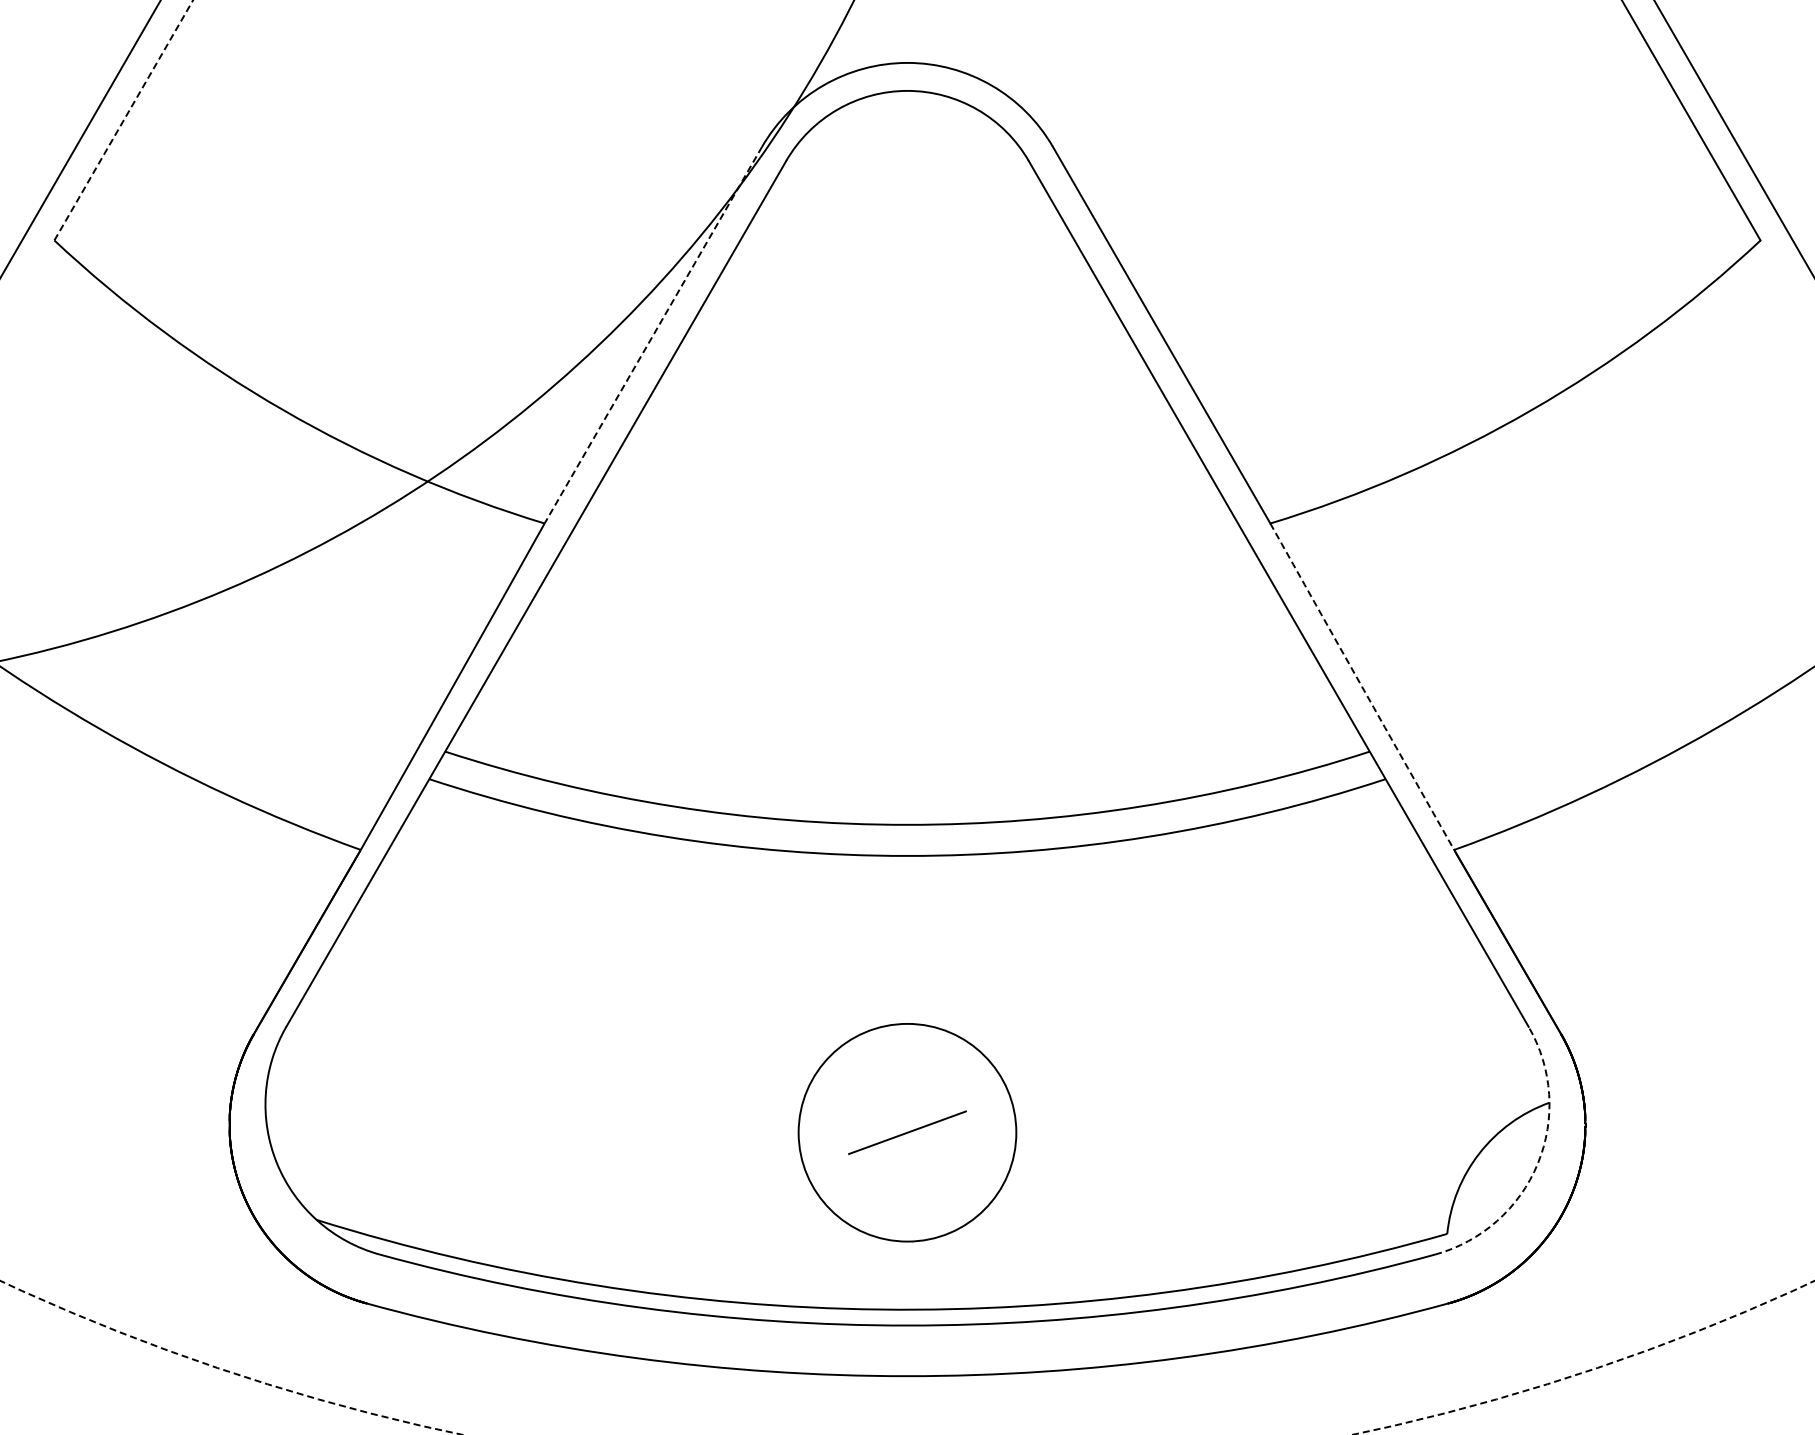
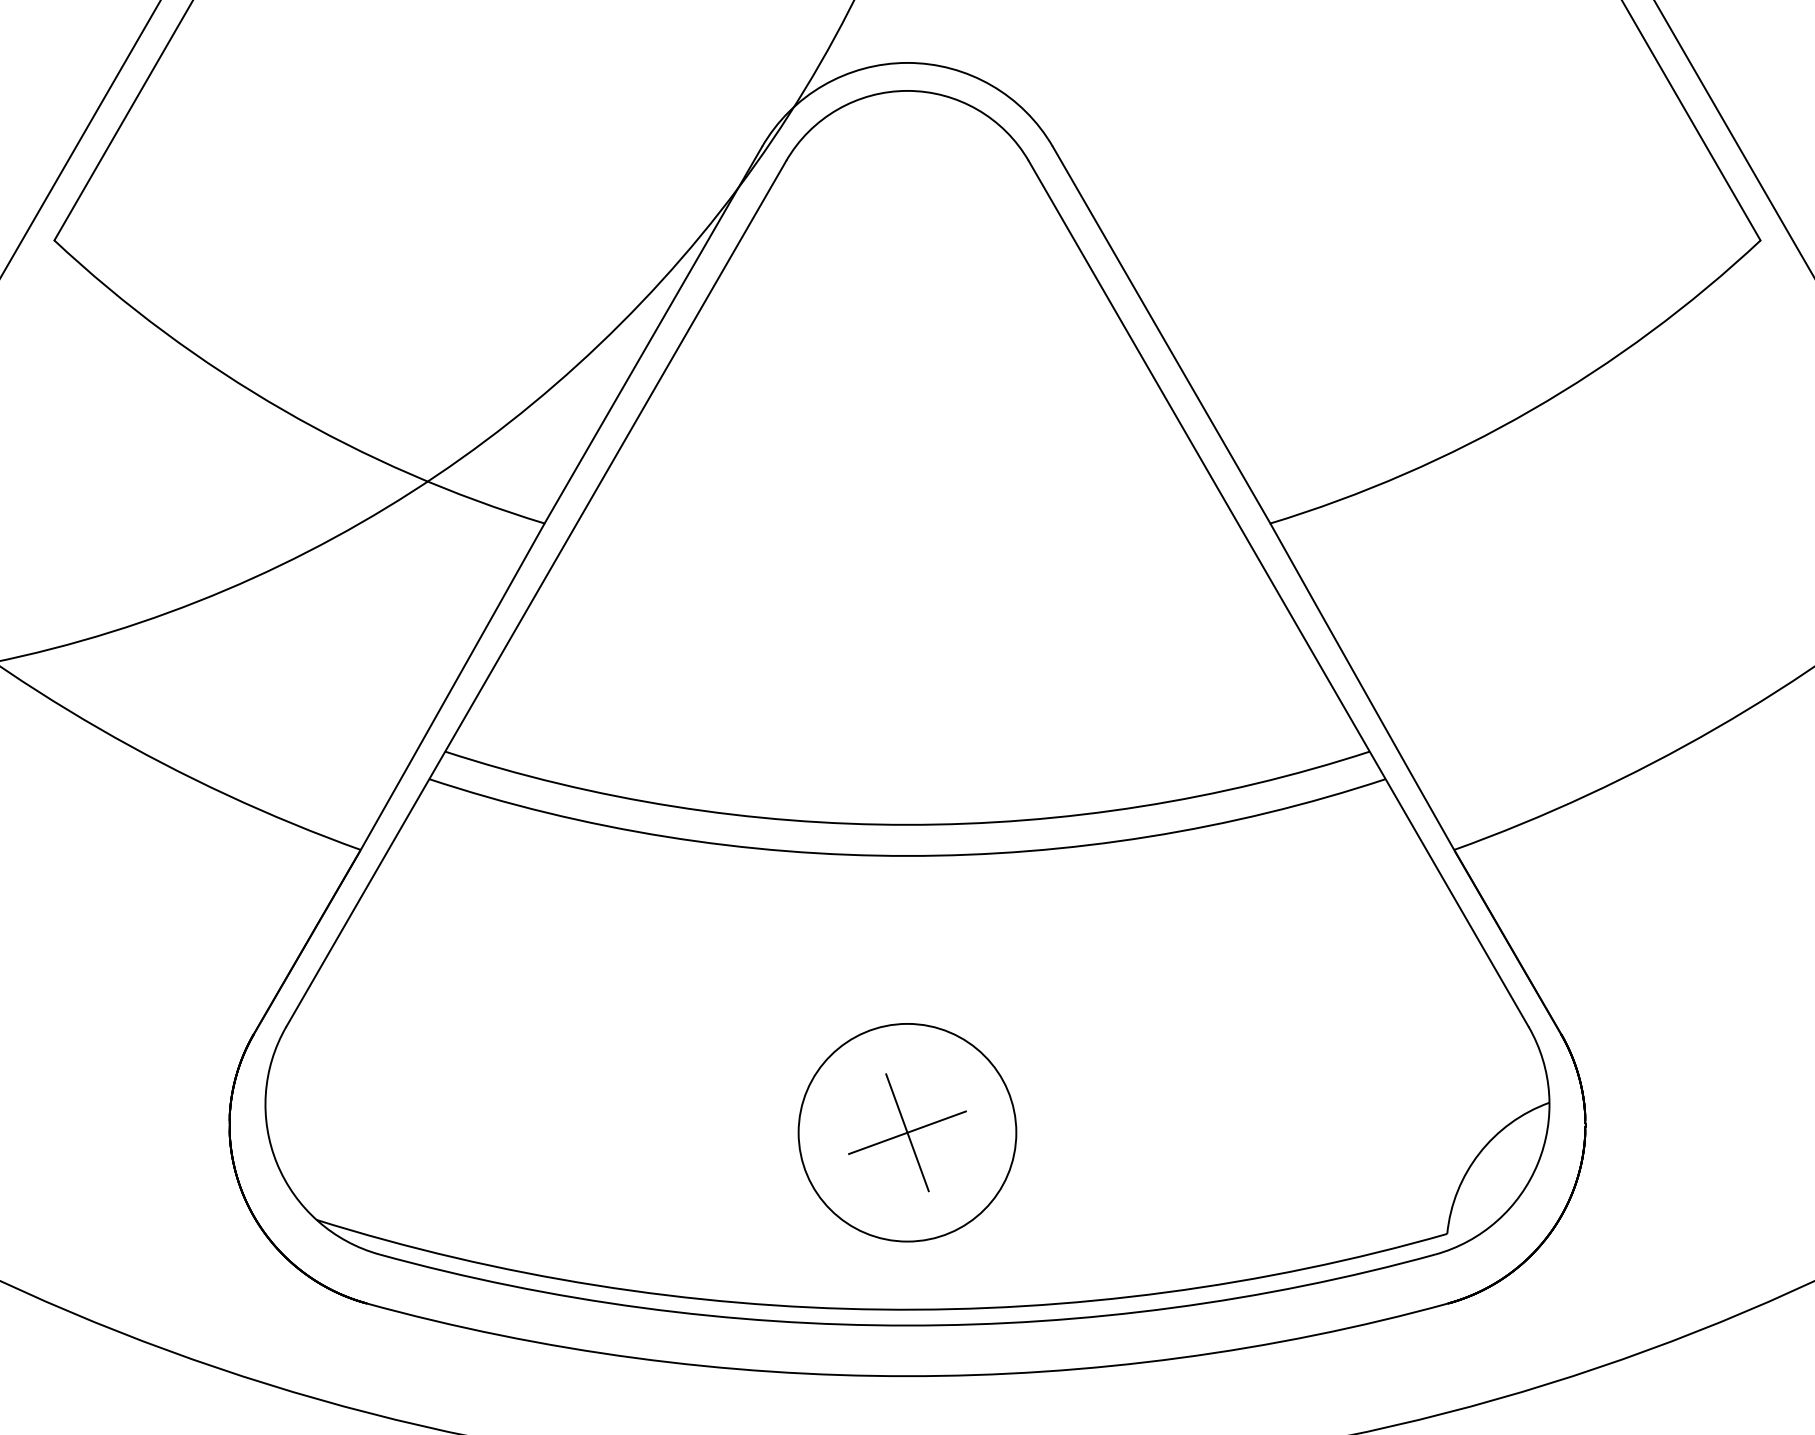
line at (123, 120): dashed -> solid
line at (653, 335): dashed -> solid
arc at (1362, 686): dashed -> solid
line at (907, 1132): none -> present
arc at (1537, 1163): dashed -> solid
circle at (907, 1357): dashed -> solid
